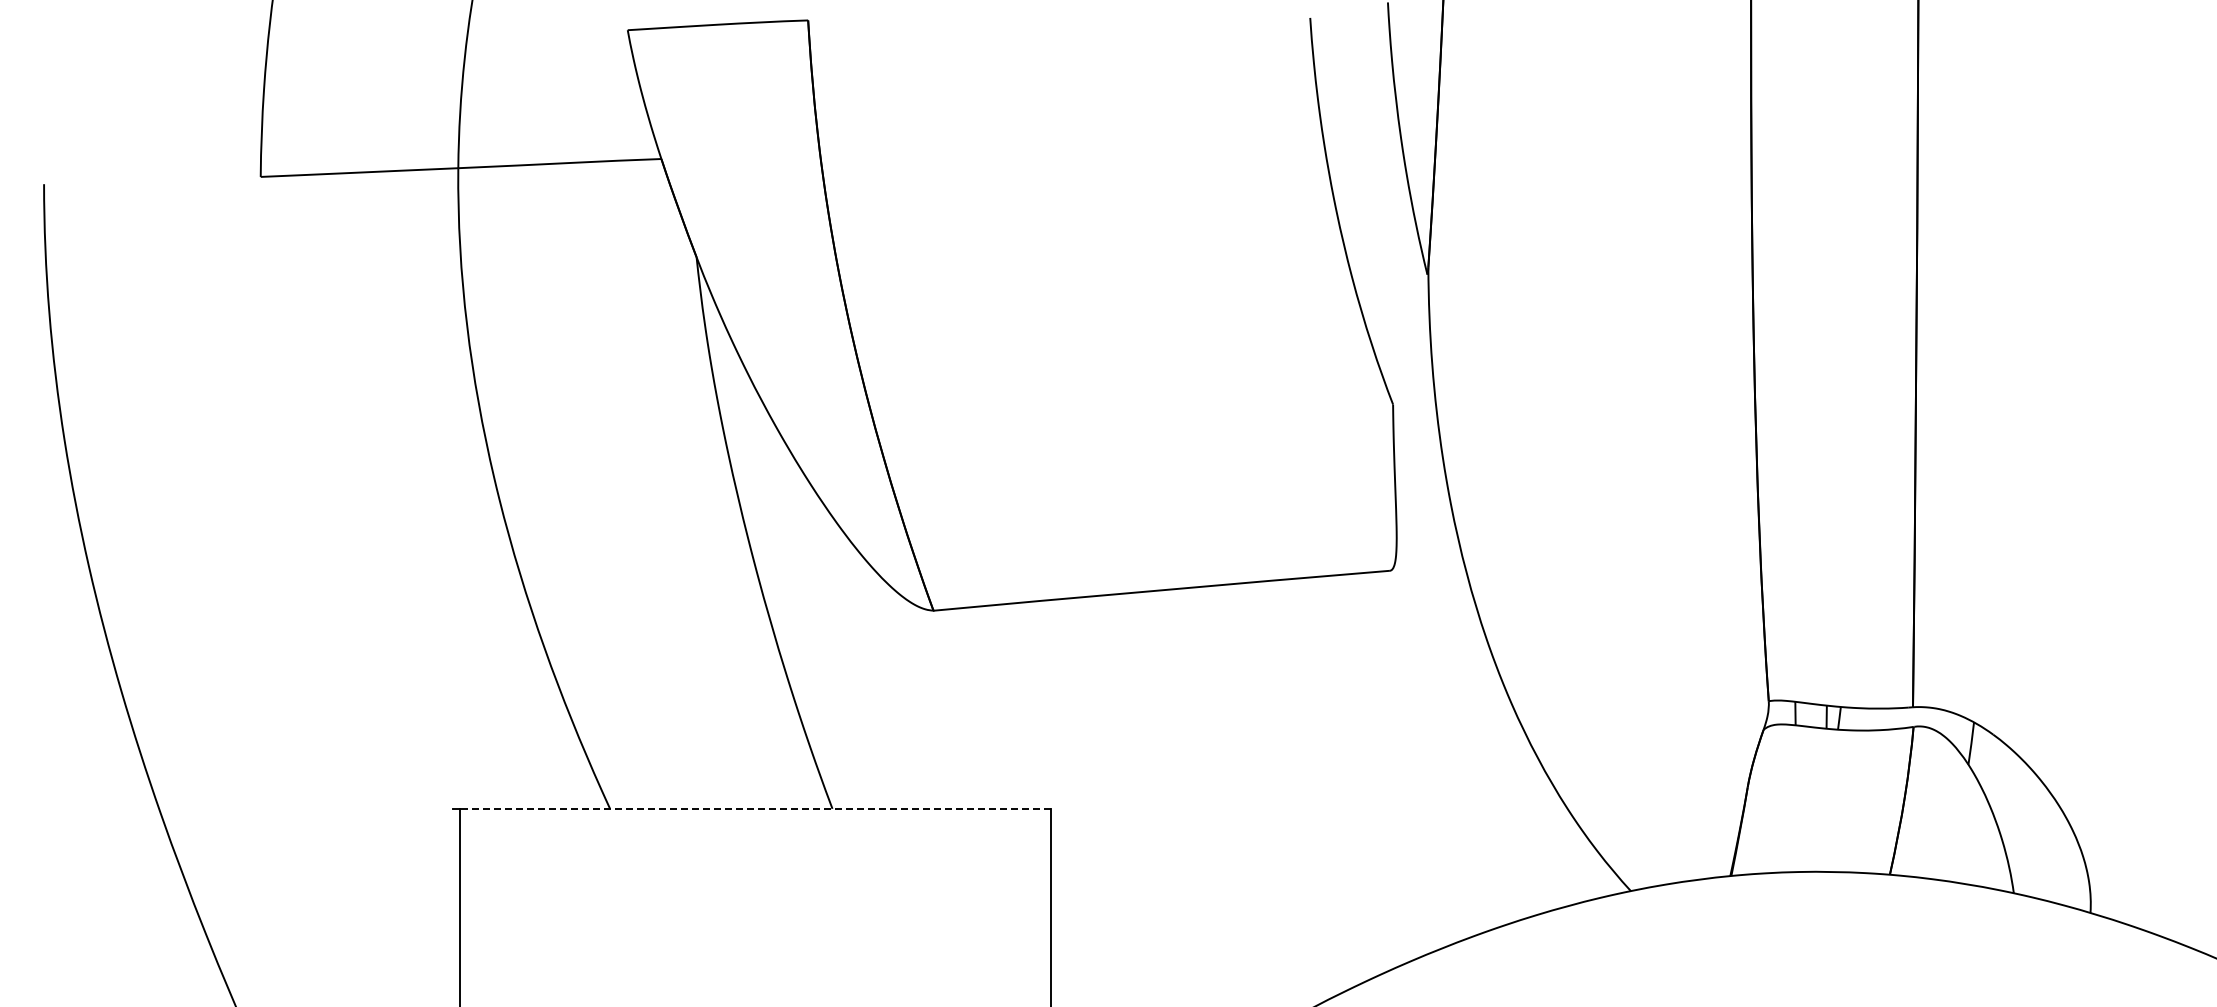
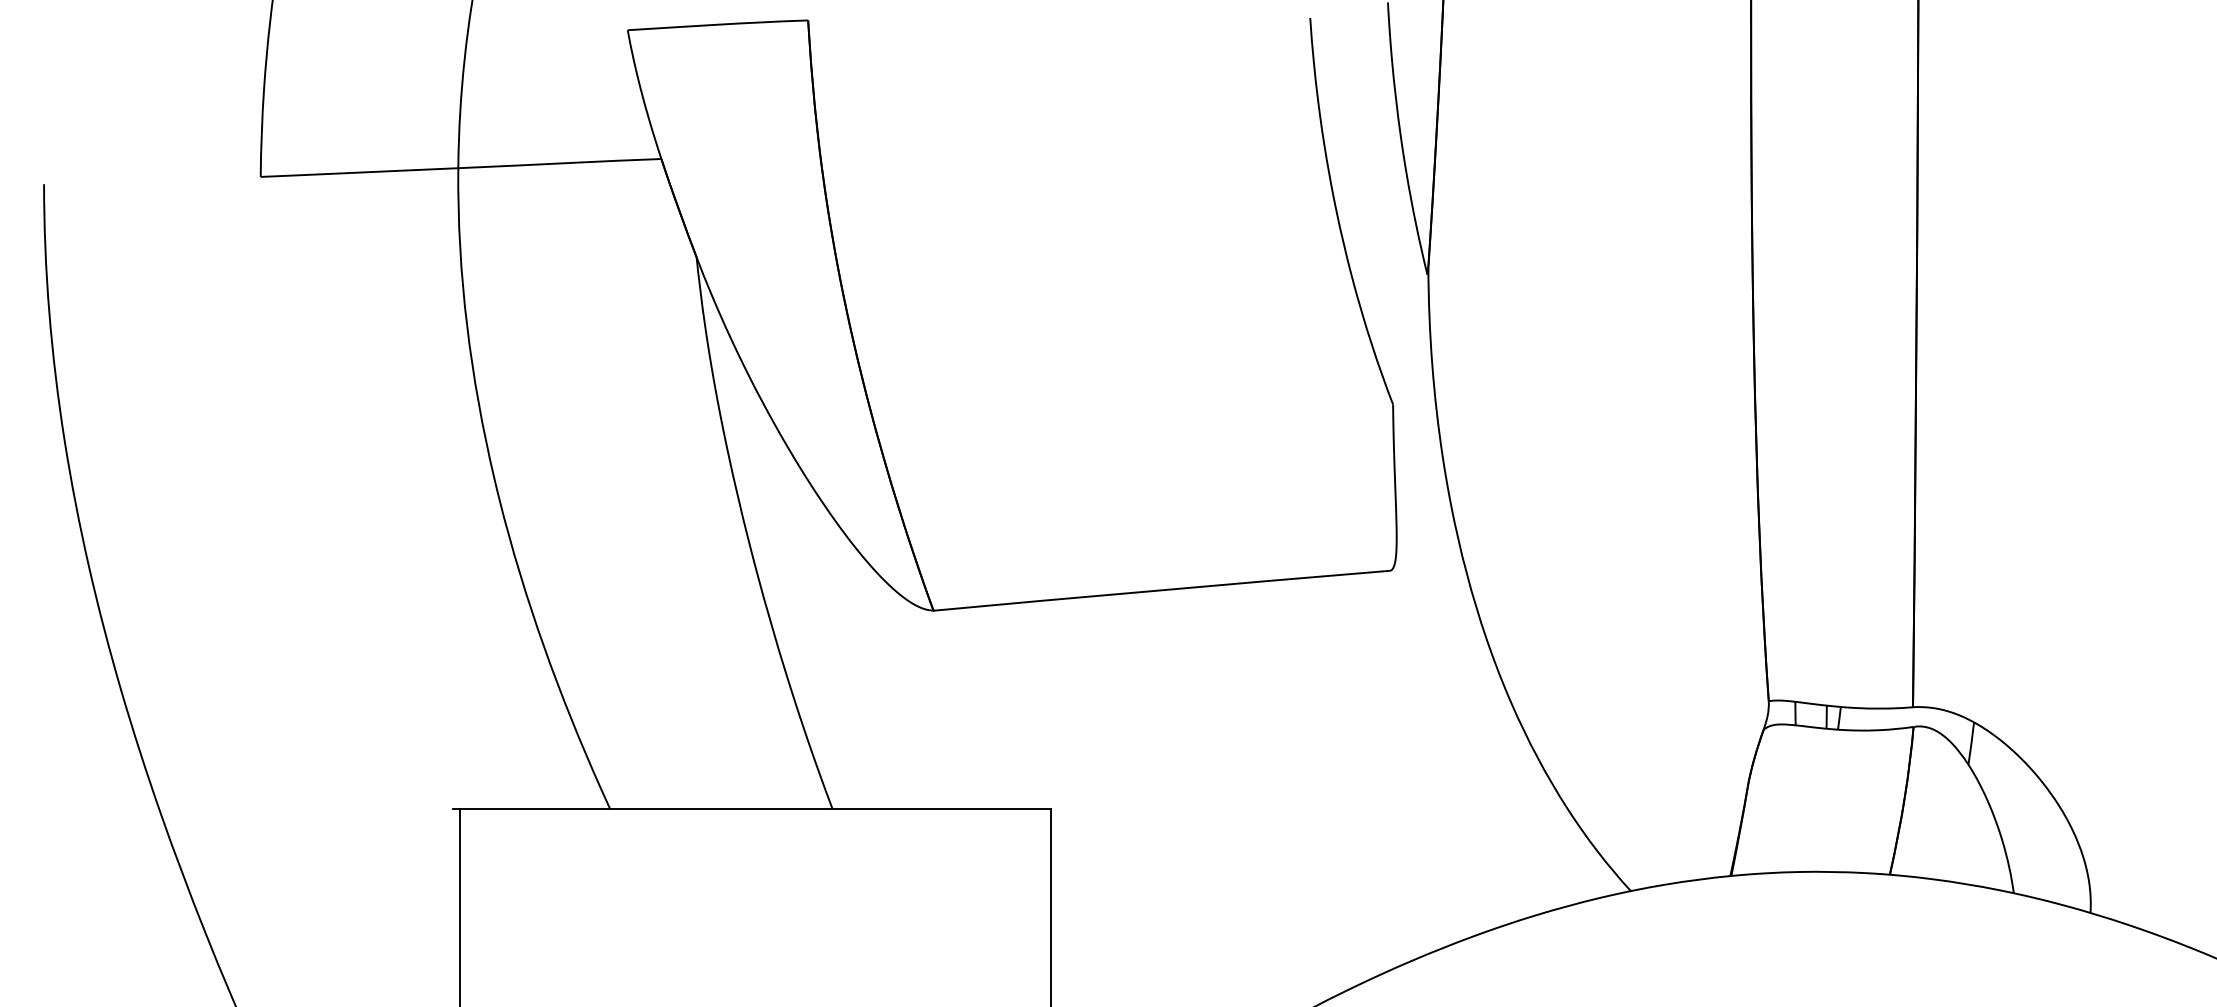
line at (755, 808): dashed -> solid
